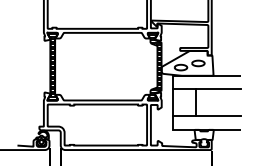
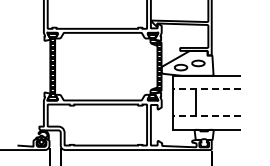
line at (207, 89): solid -> dashed
line at (207, 116): solid -> dashed
